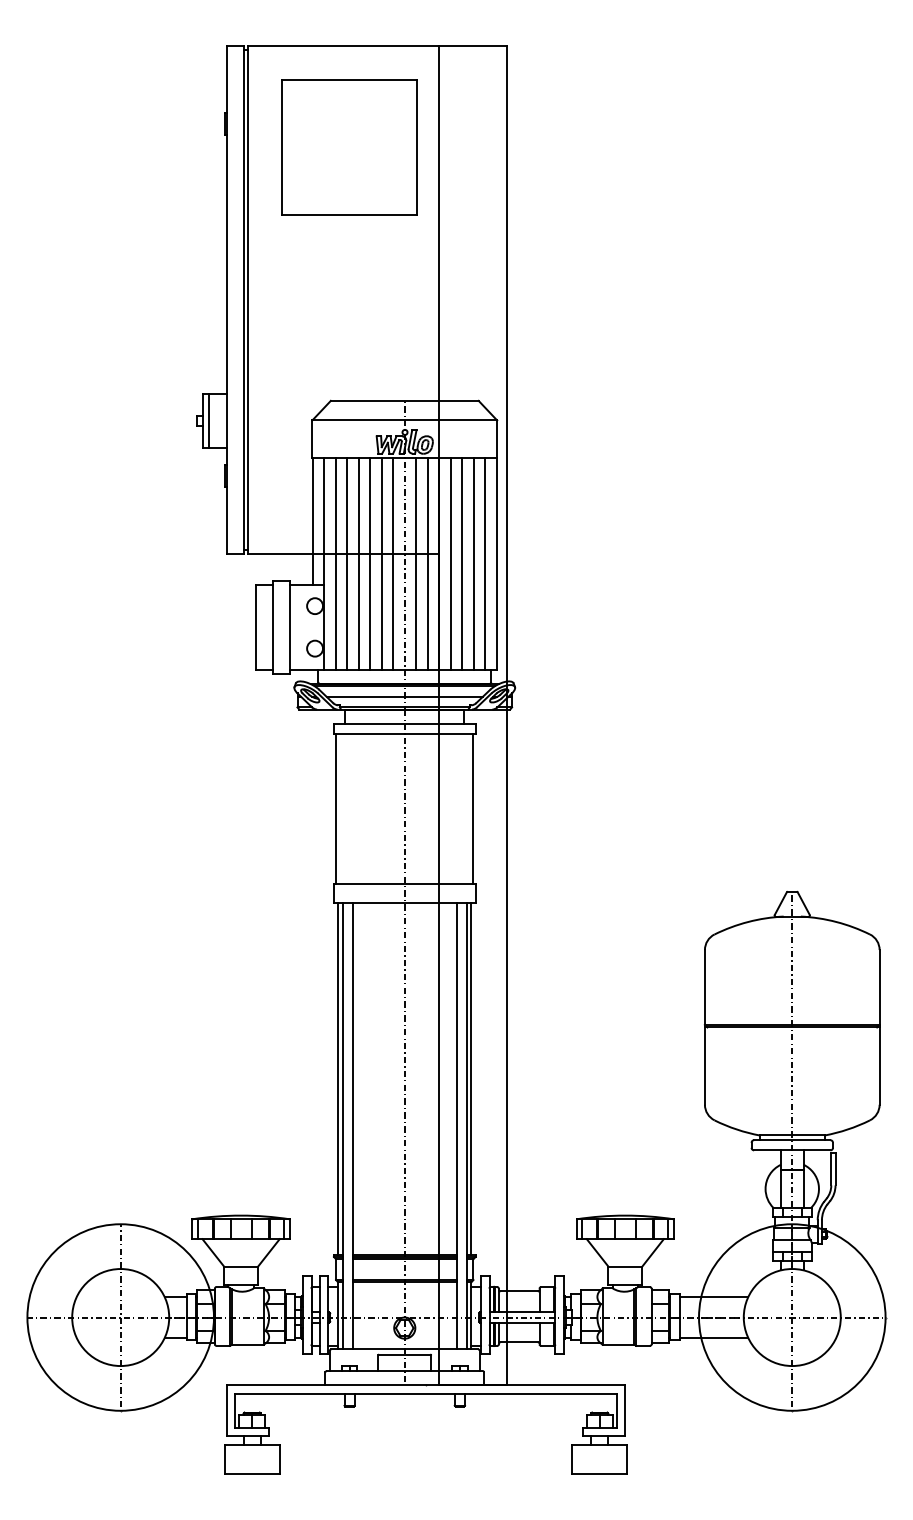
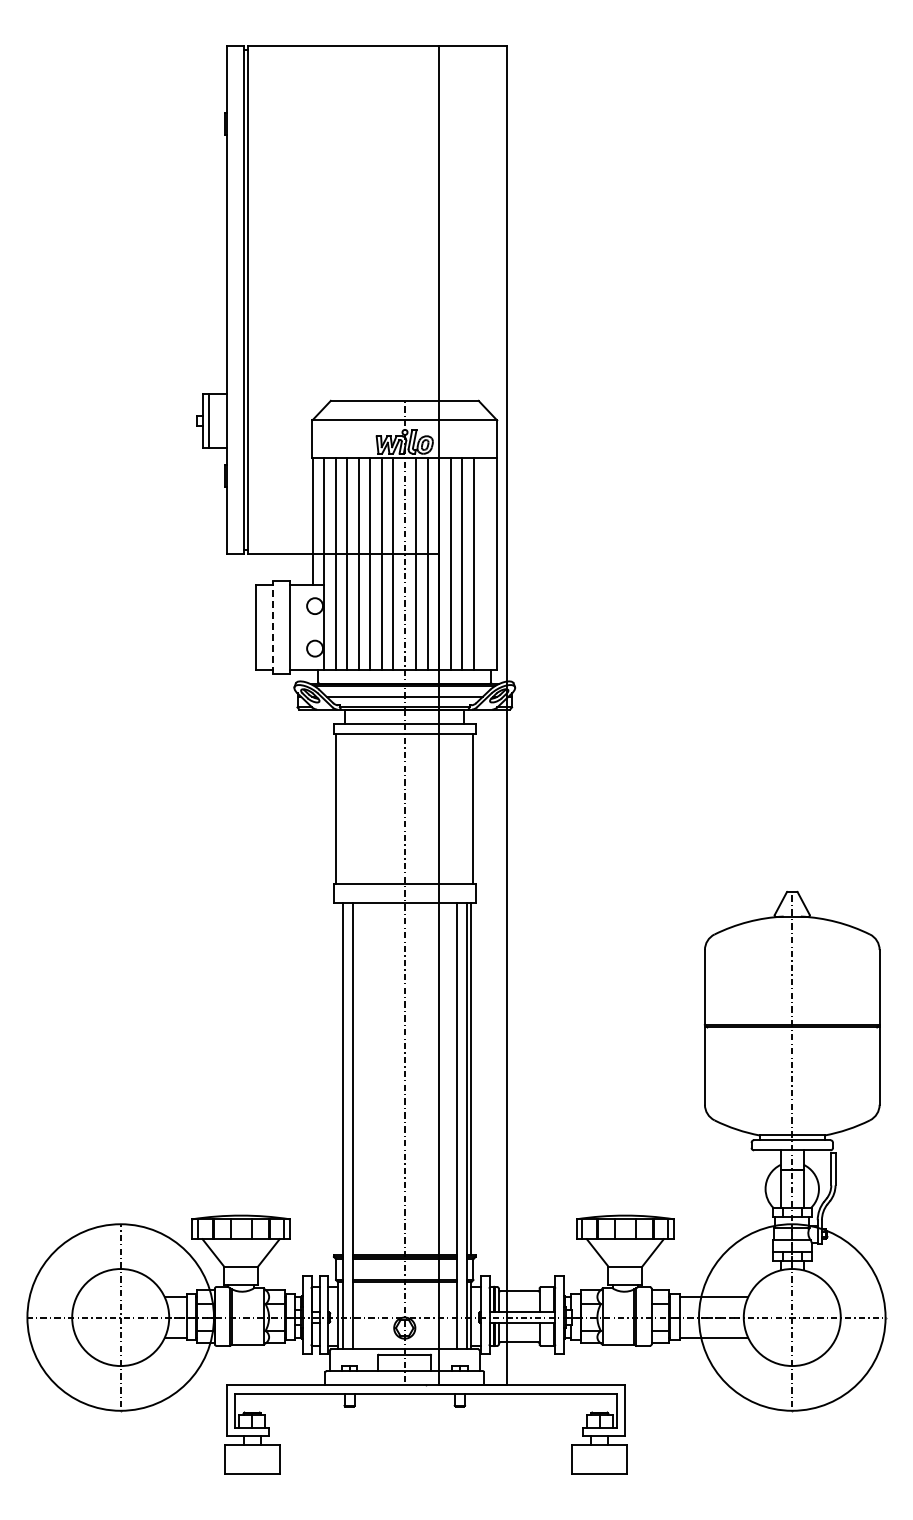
part at (349, 147): present -> none
line at (485, 563): present -> none
line at (273, 627): solid -> dashed
line at (338, 1078): present -> none
